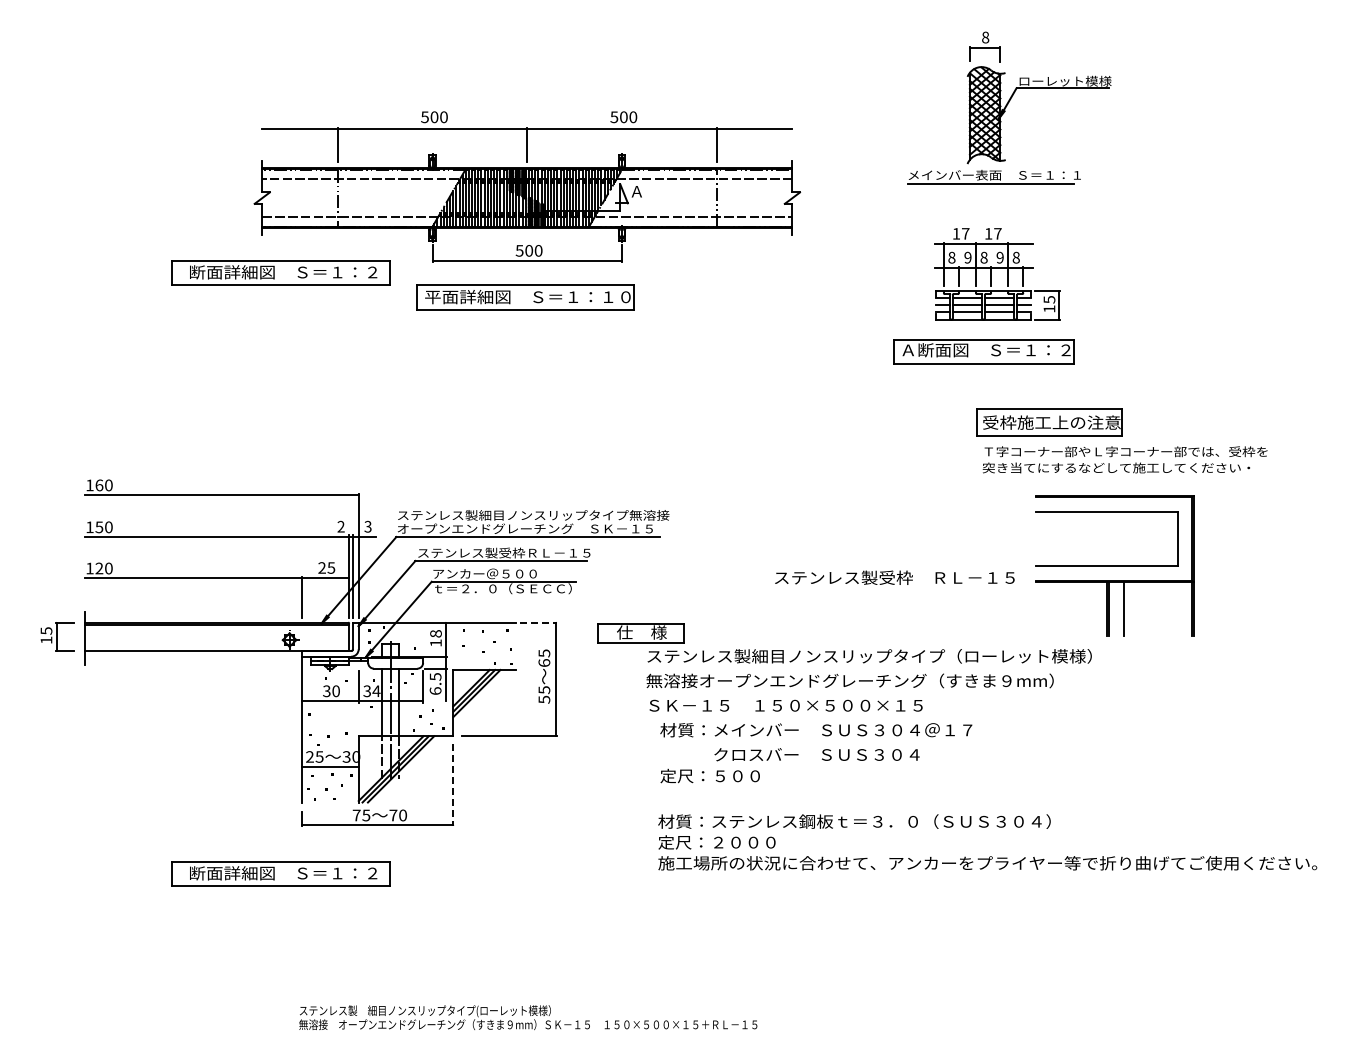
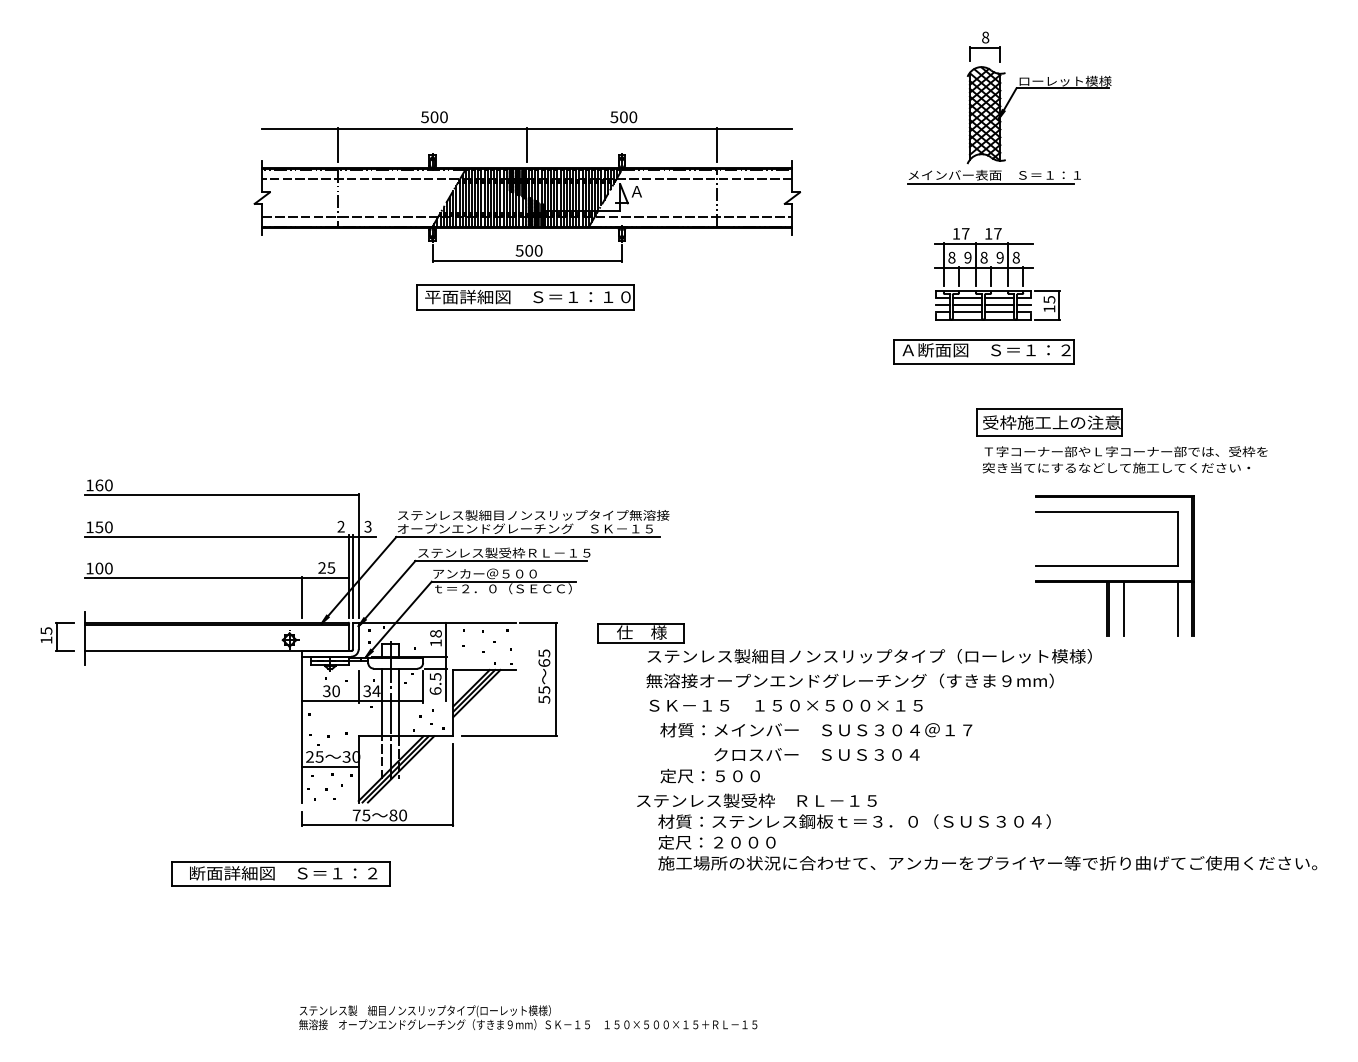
part at (280, 272): present -> none
text at (99, 568): 120 -> 100
text at (894, 577) position: (894, 577) -> (756, 800)
line at (1177, 609): none -> present
line at (538, 622): dashed -> solid
line at (453, 785): dashed -> solid
text at (393, 815): 70 -> 80
